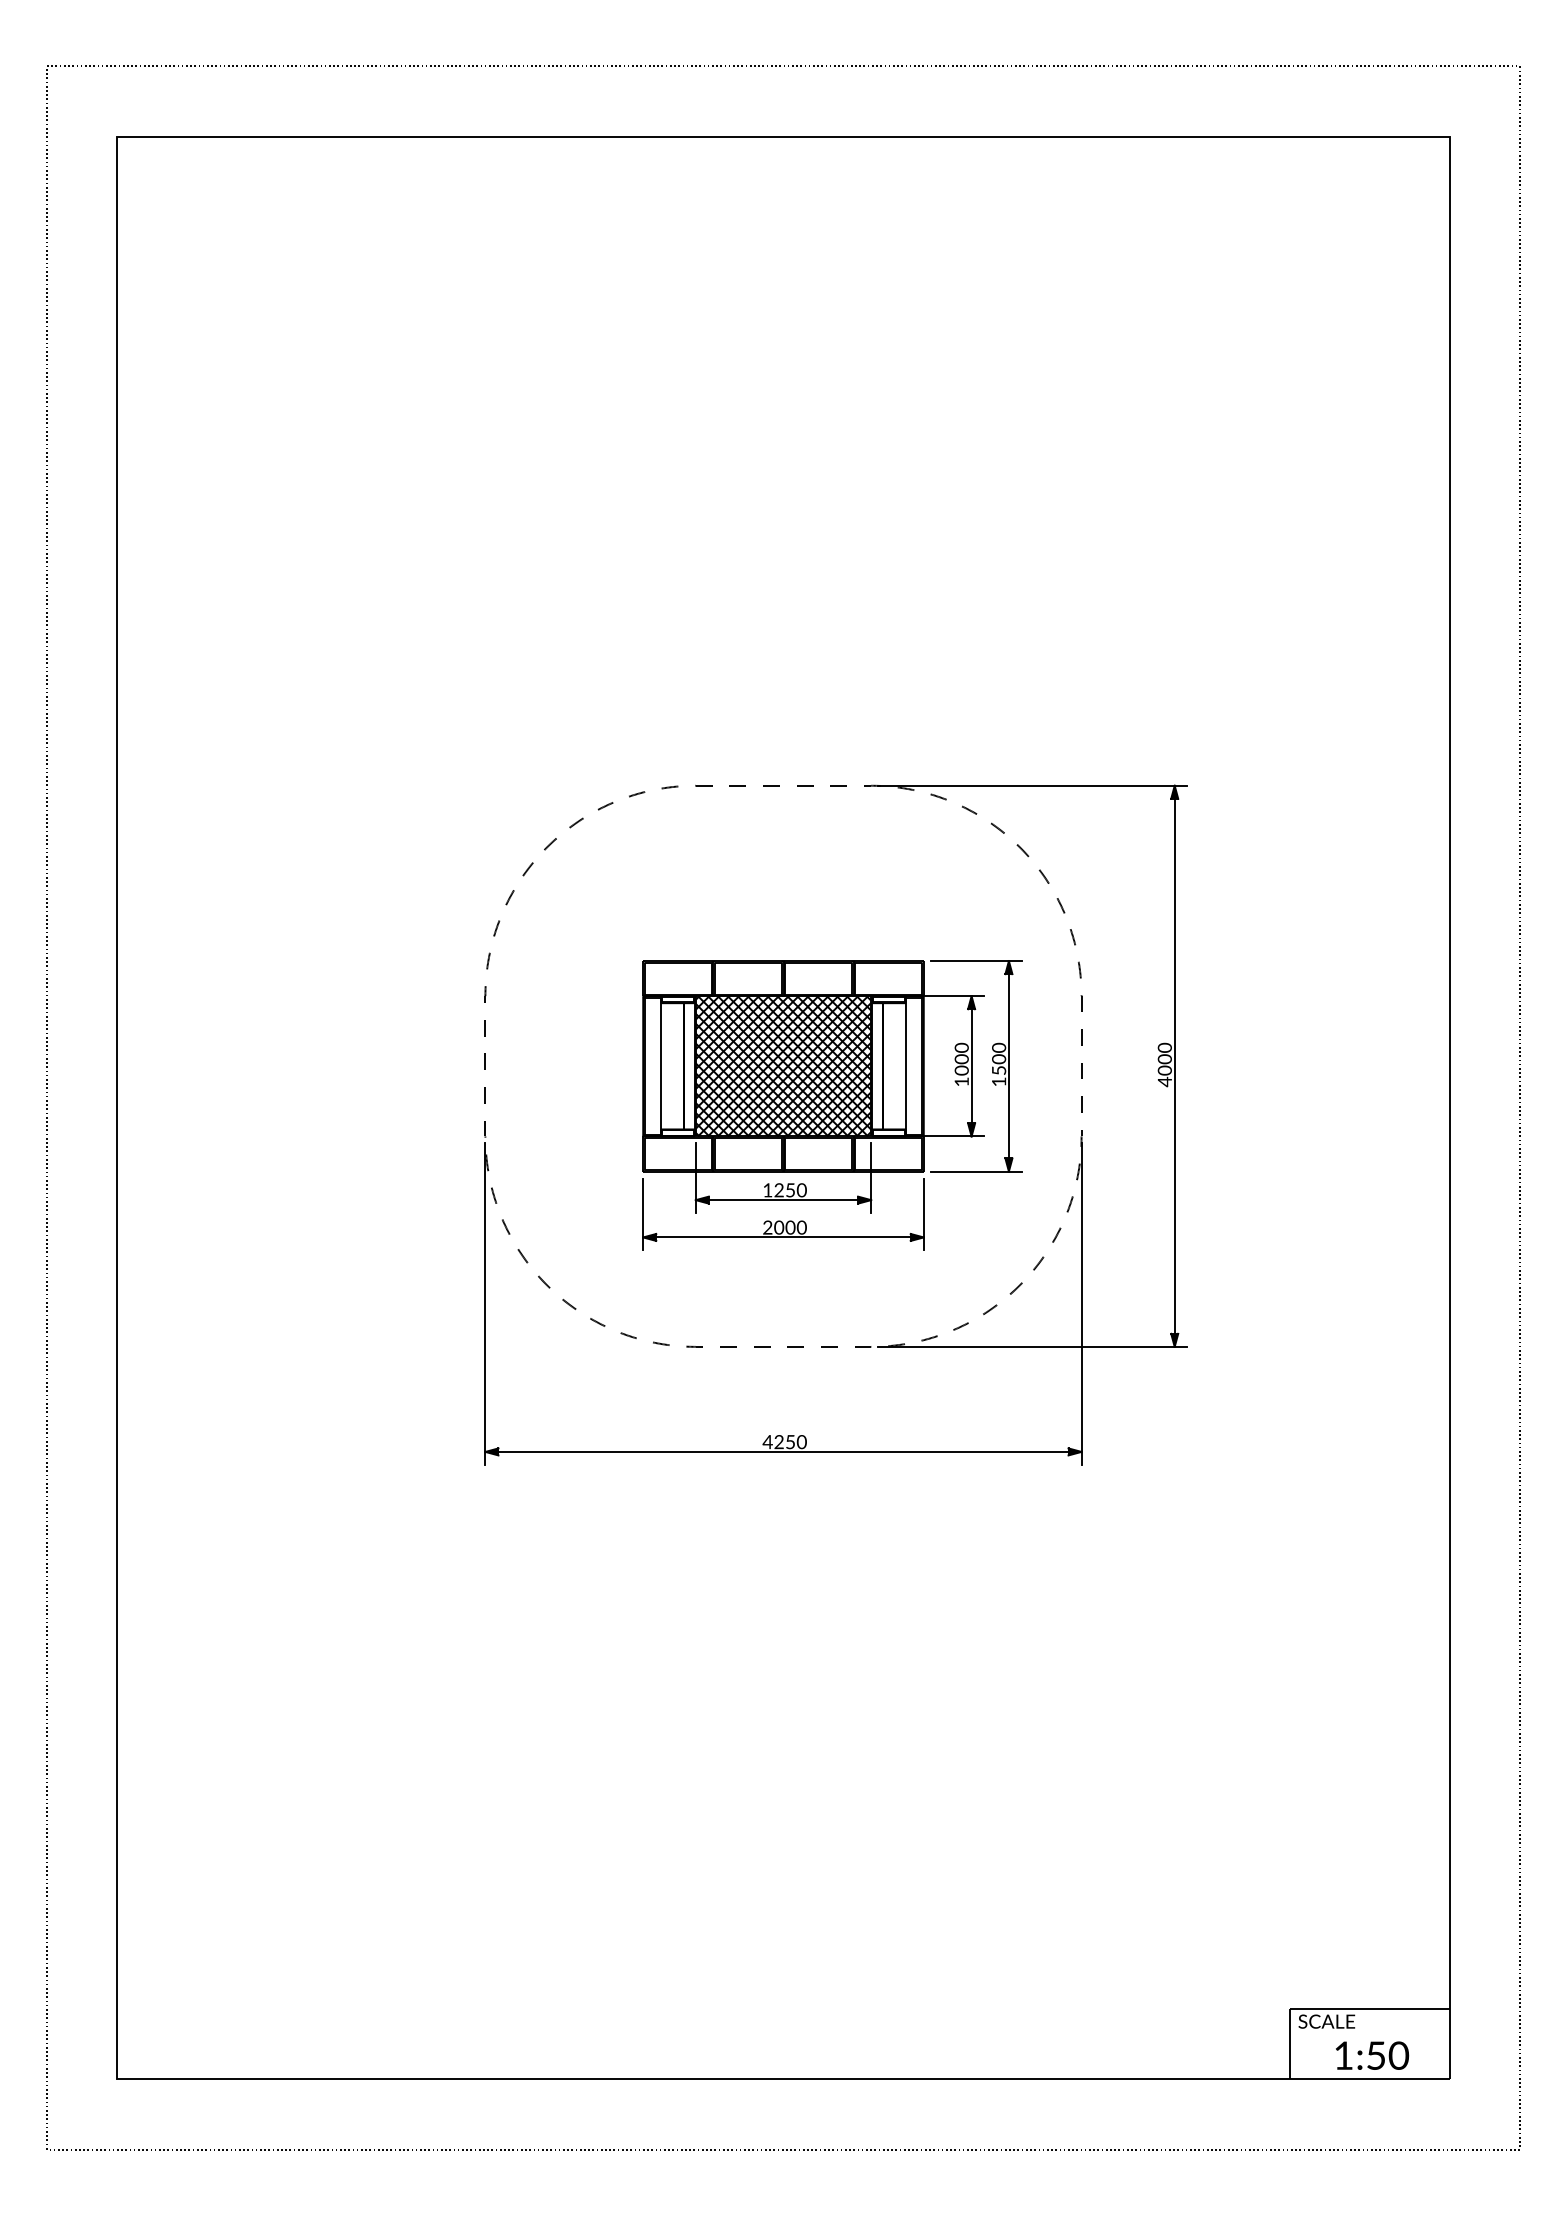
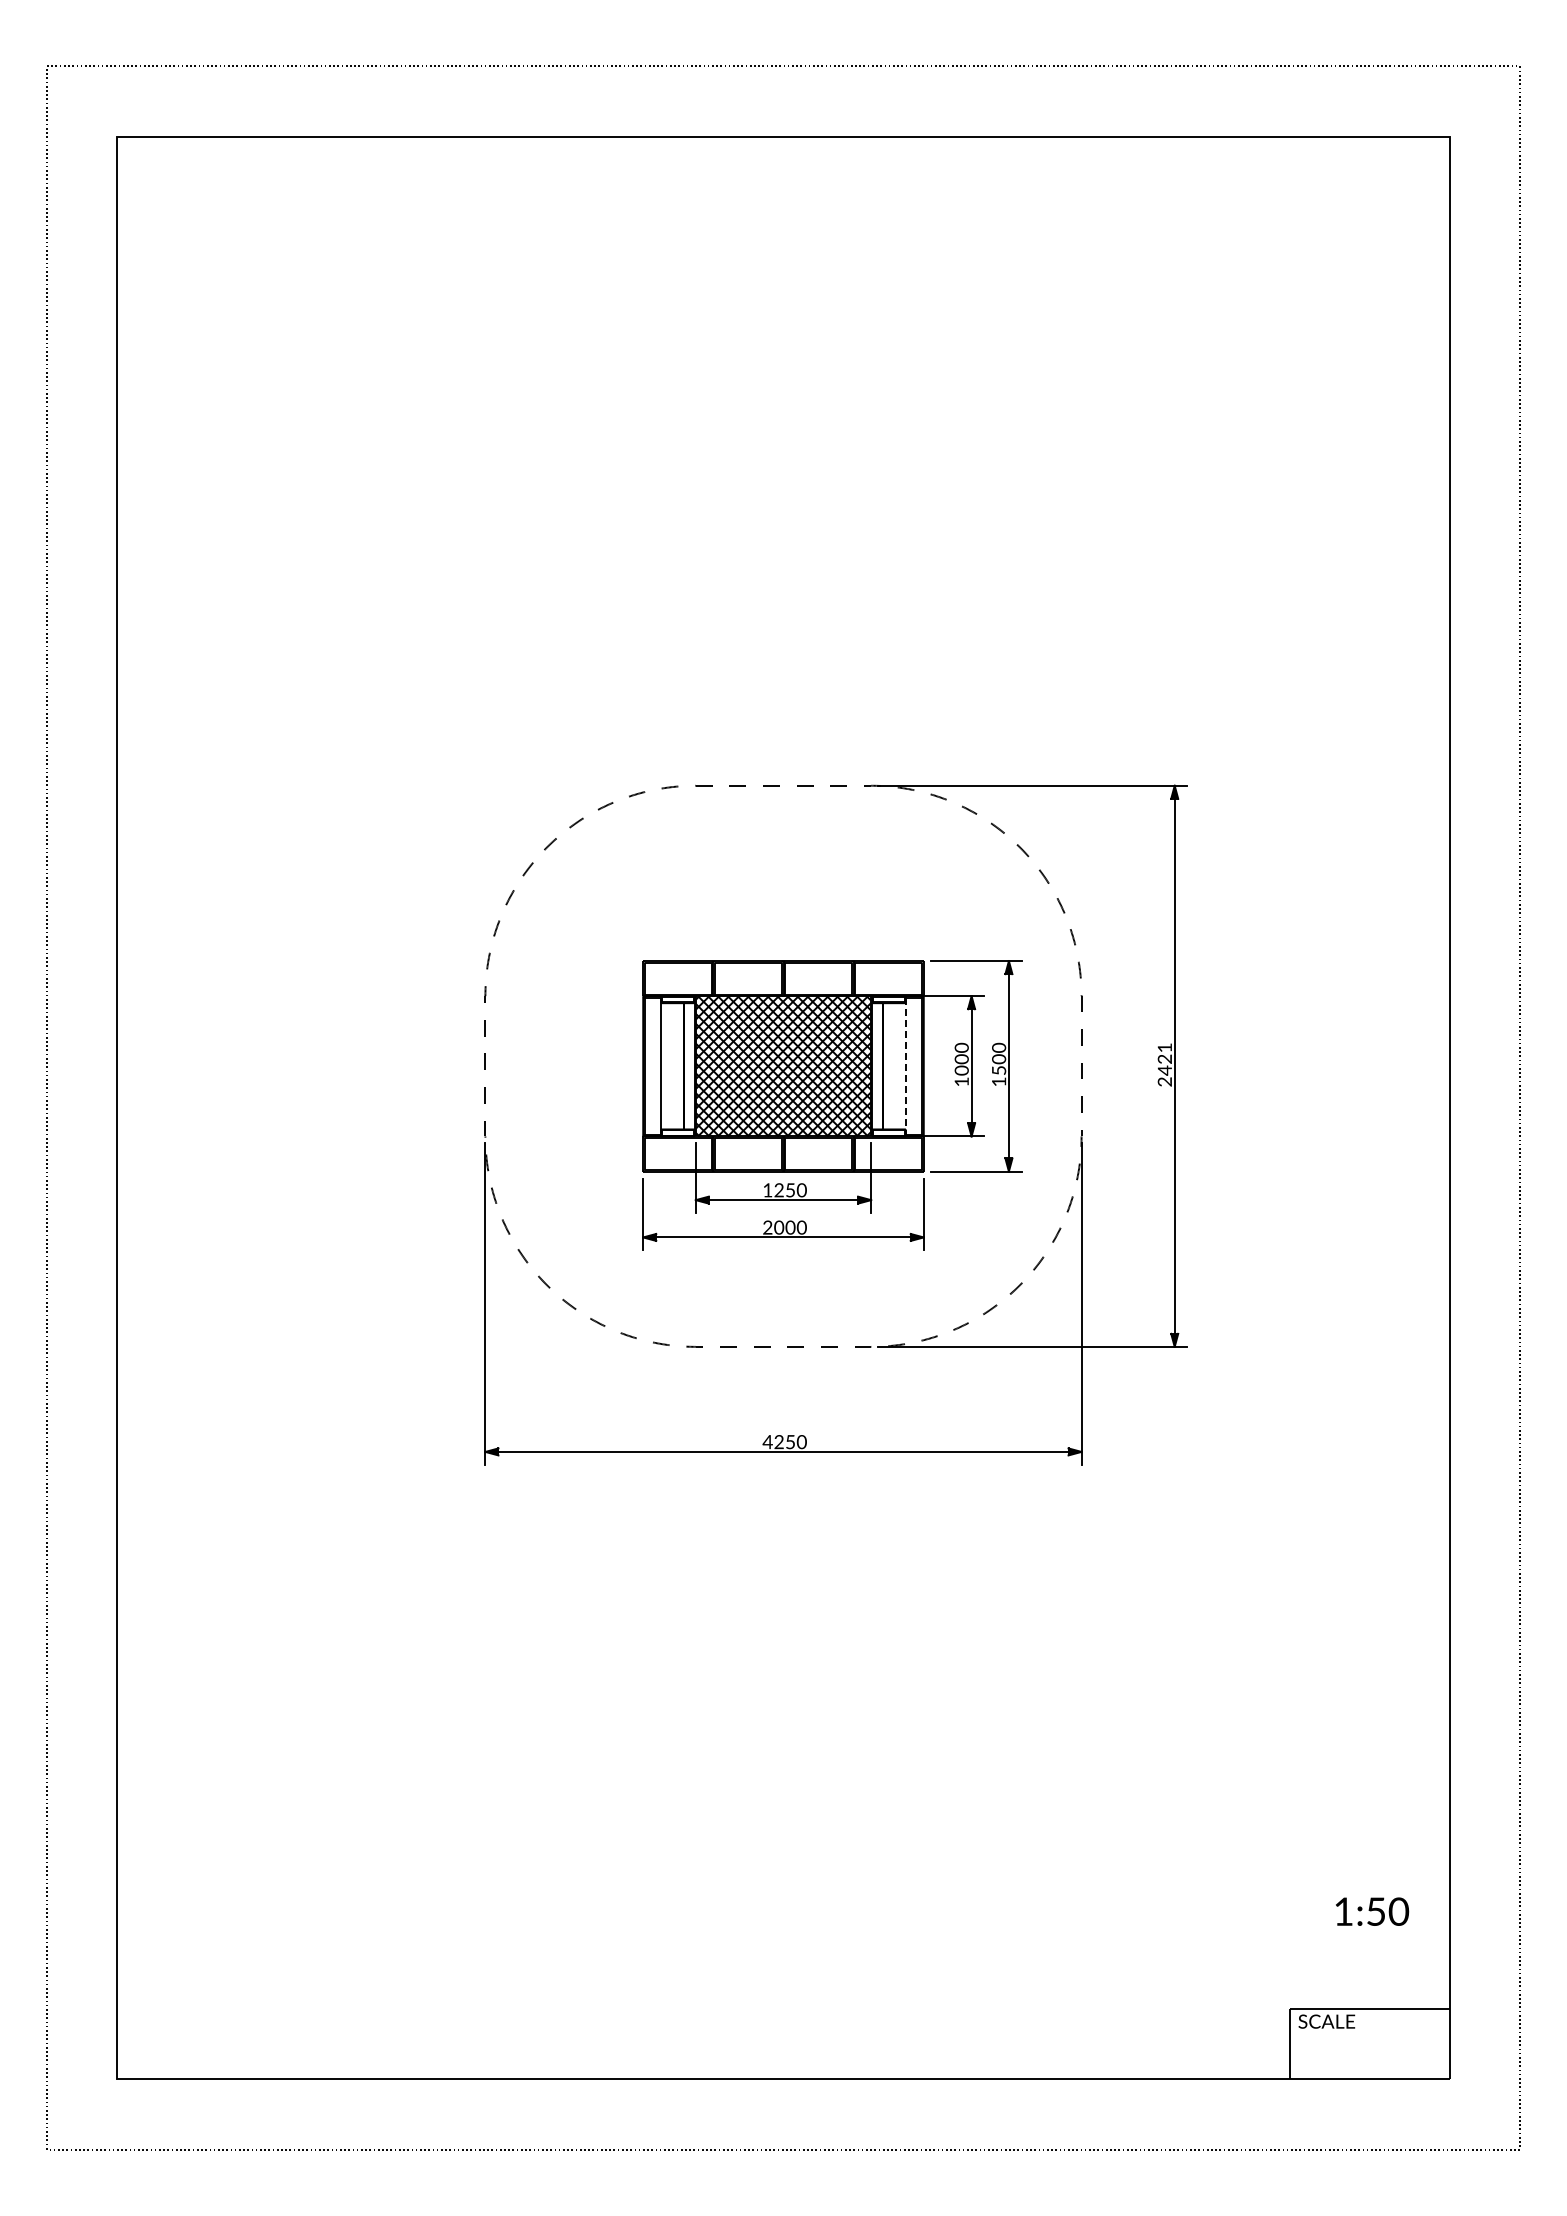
text at (1164, 1064): 4000 -> 2421
line at (906, 1066): solid -> dashed
text at (1372, 2055) position: (1372, 2055) -> (1372, 1911)
